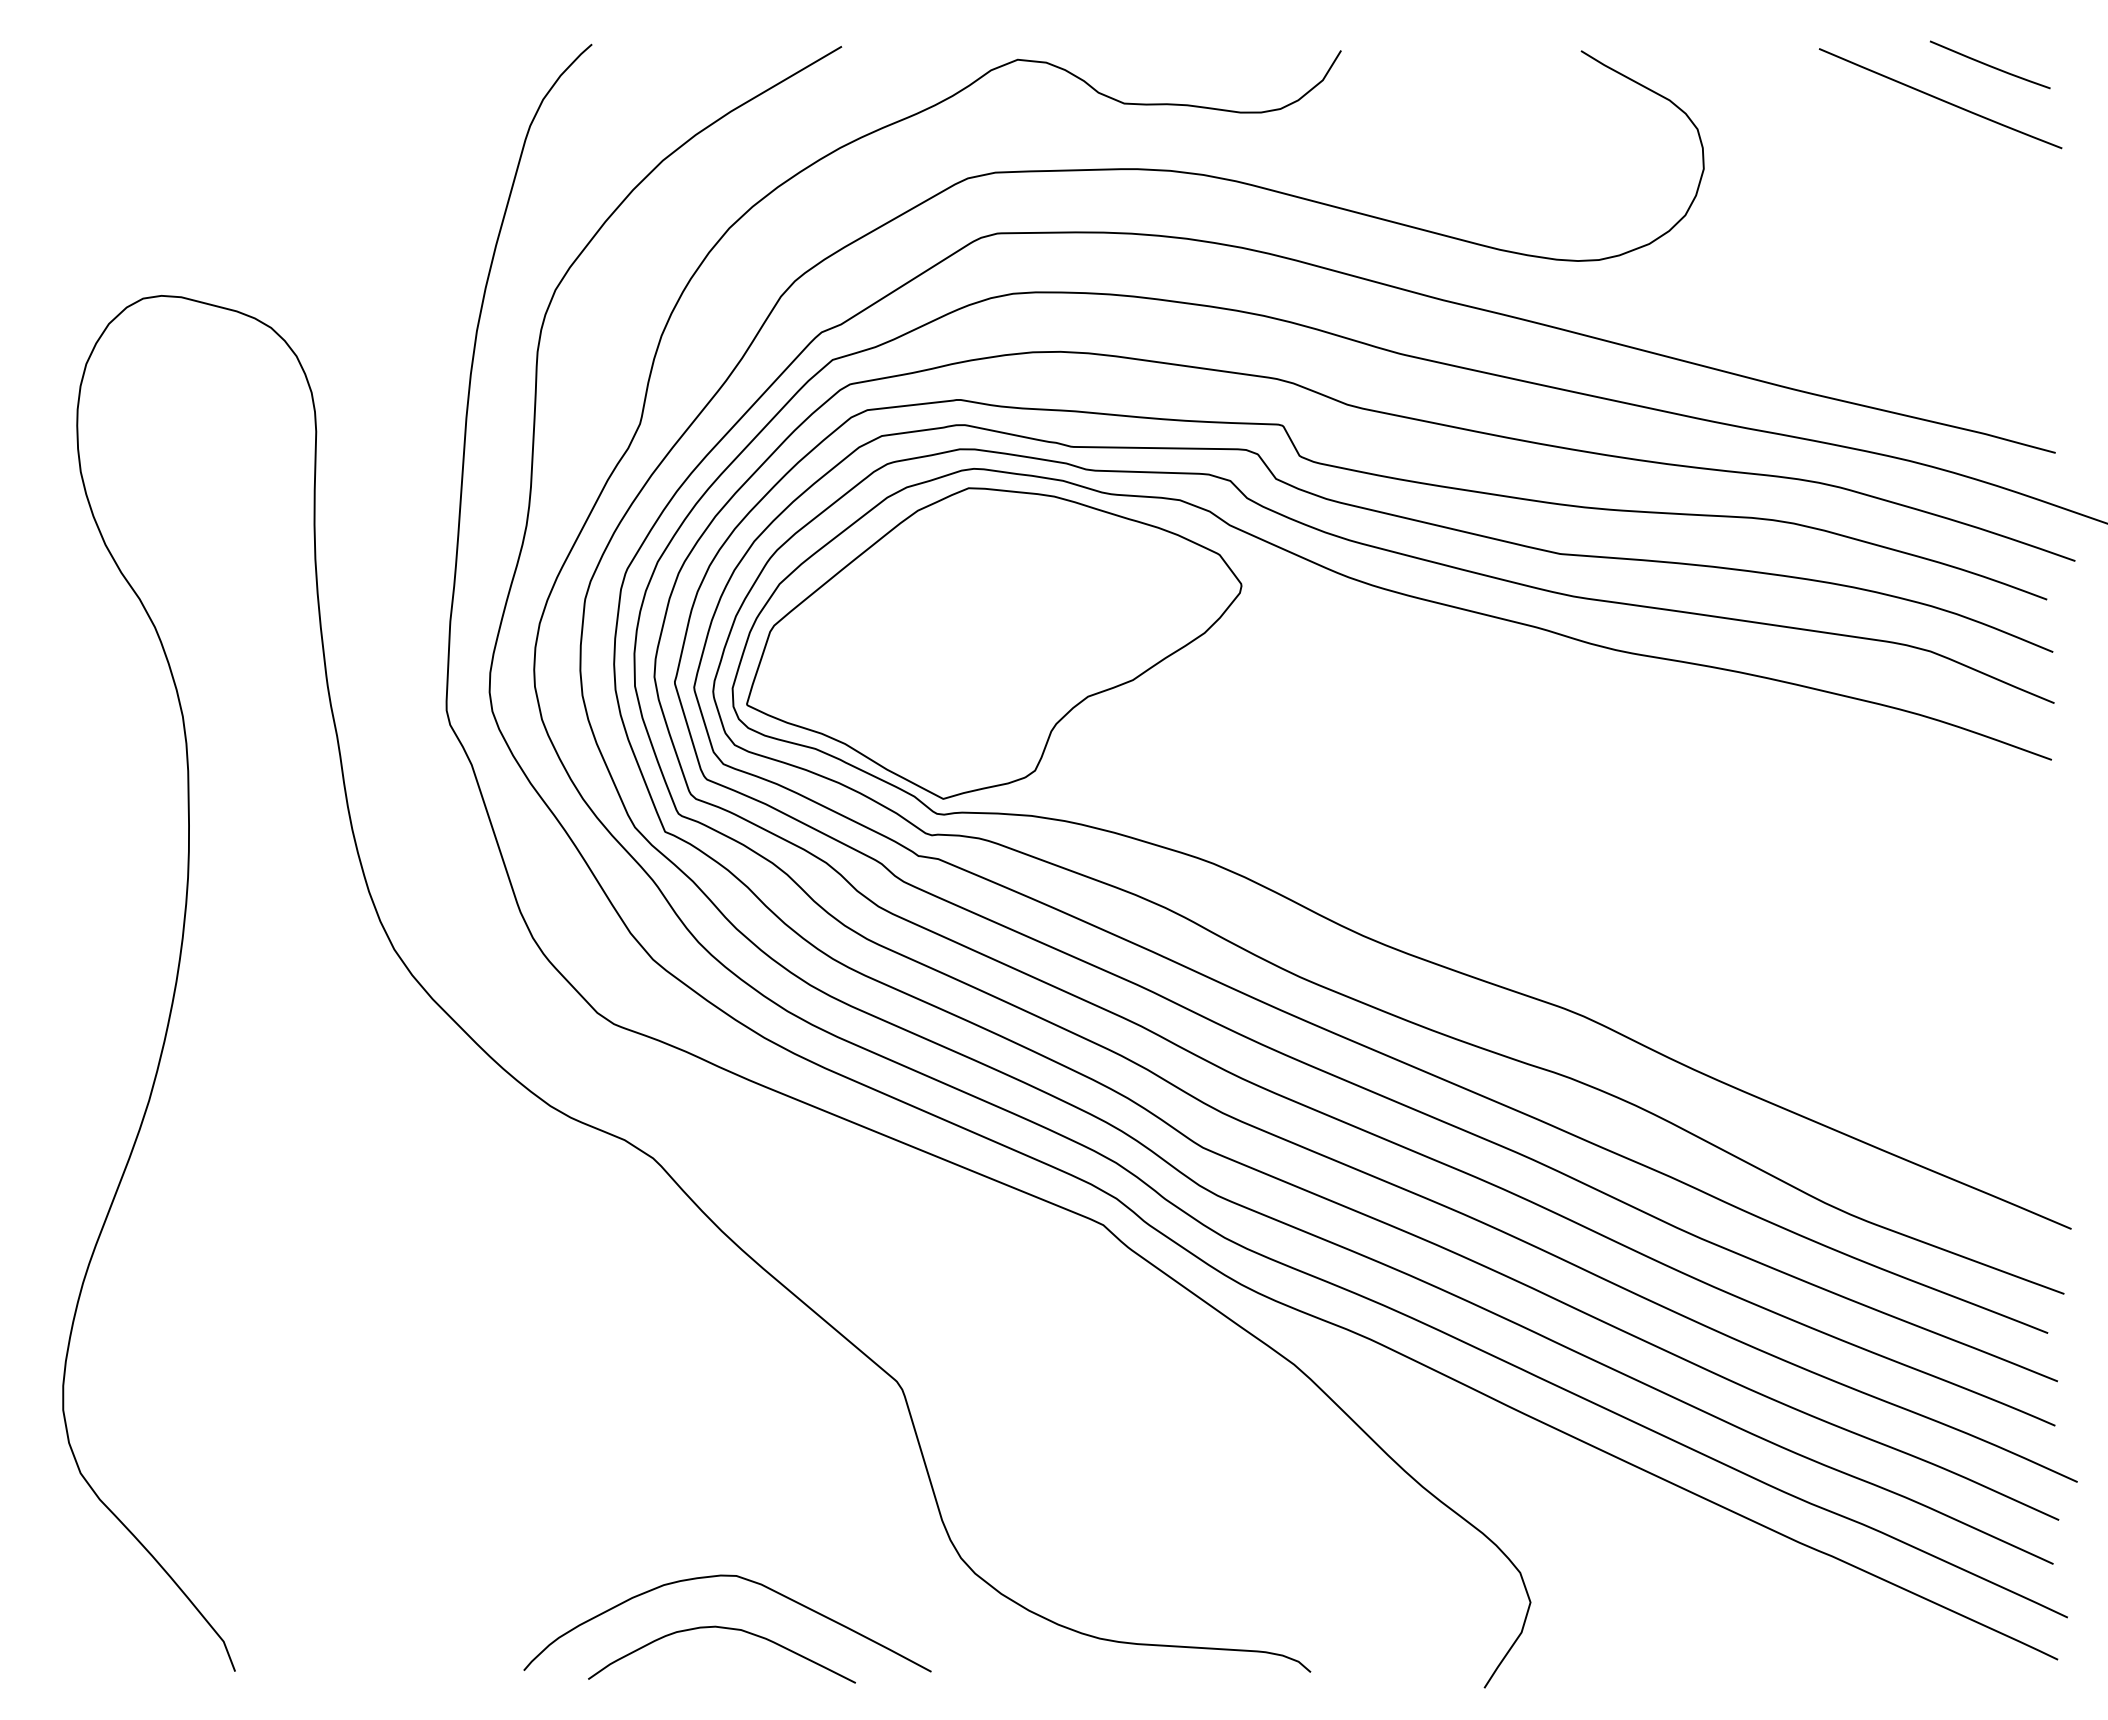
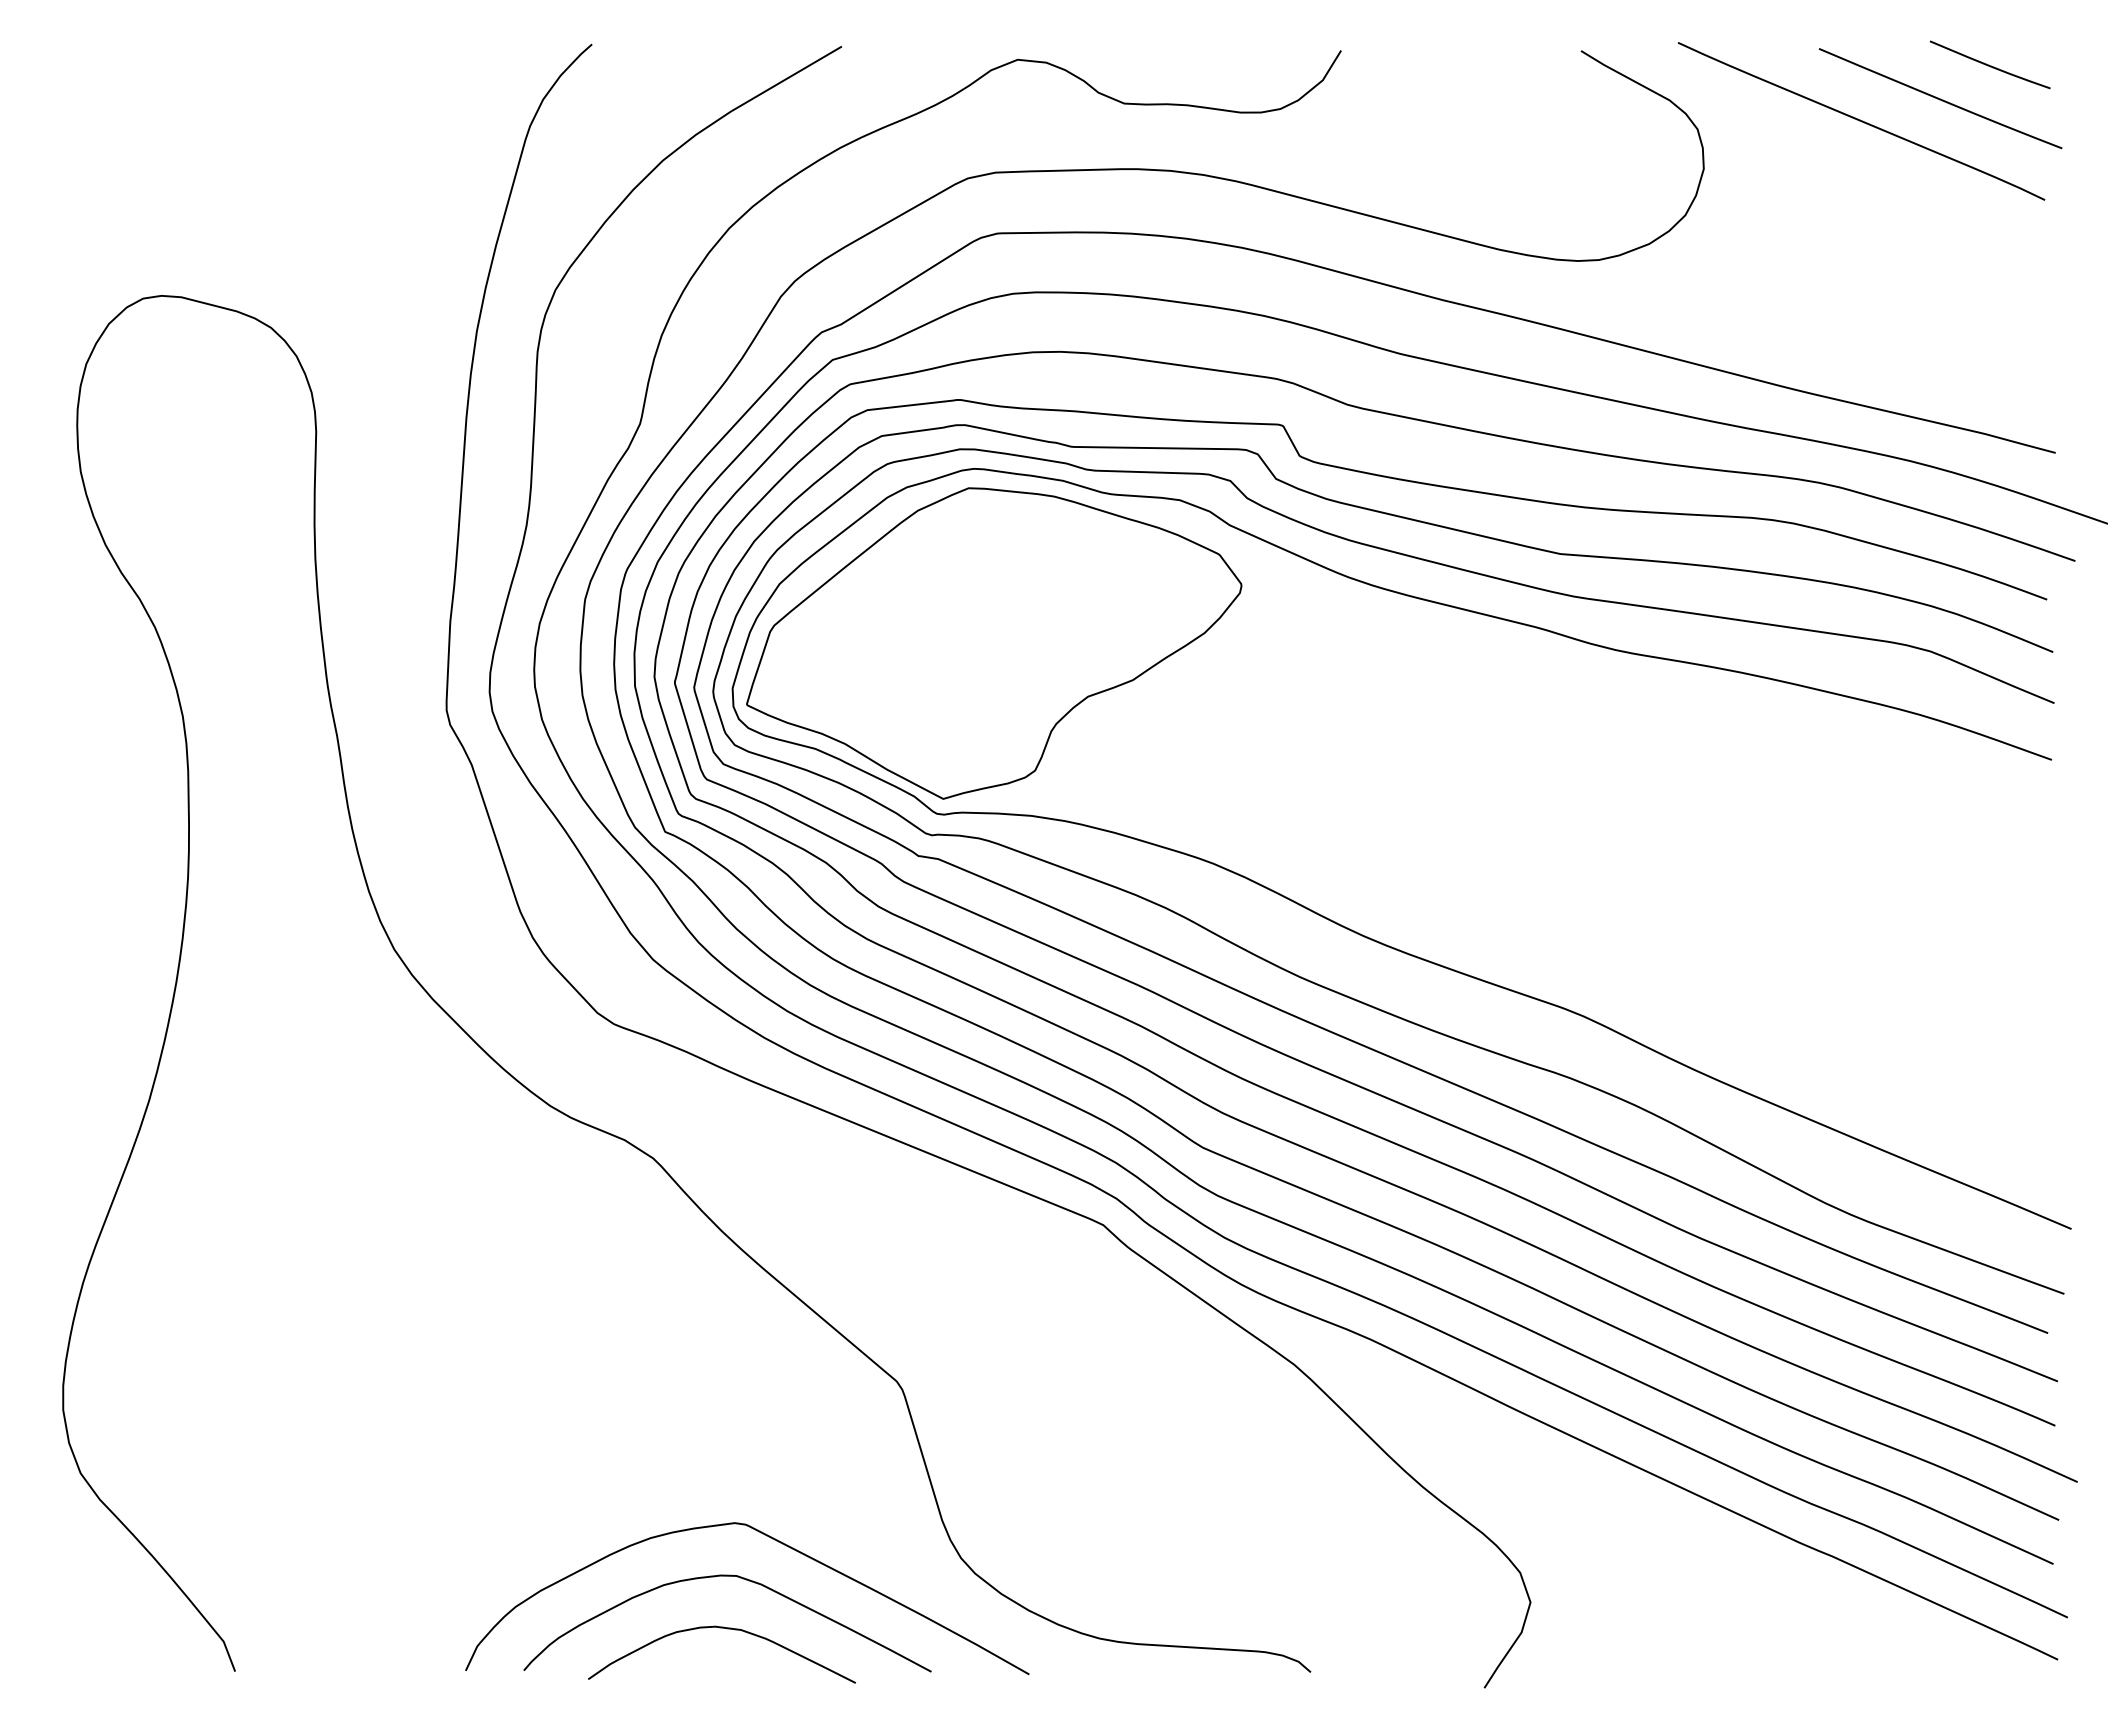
curve at (1861, 121): none -> present
curve at (776, 1541): none -> present
